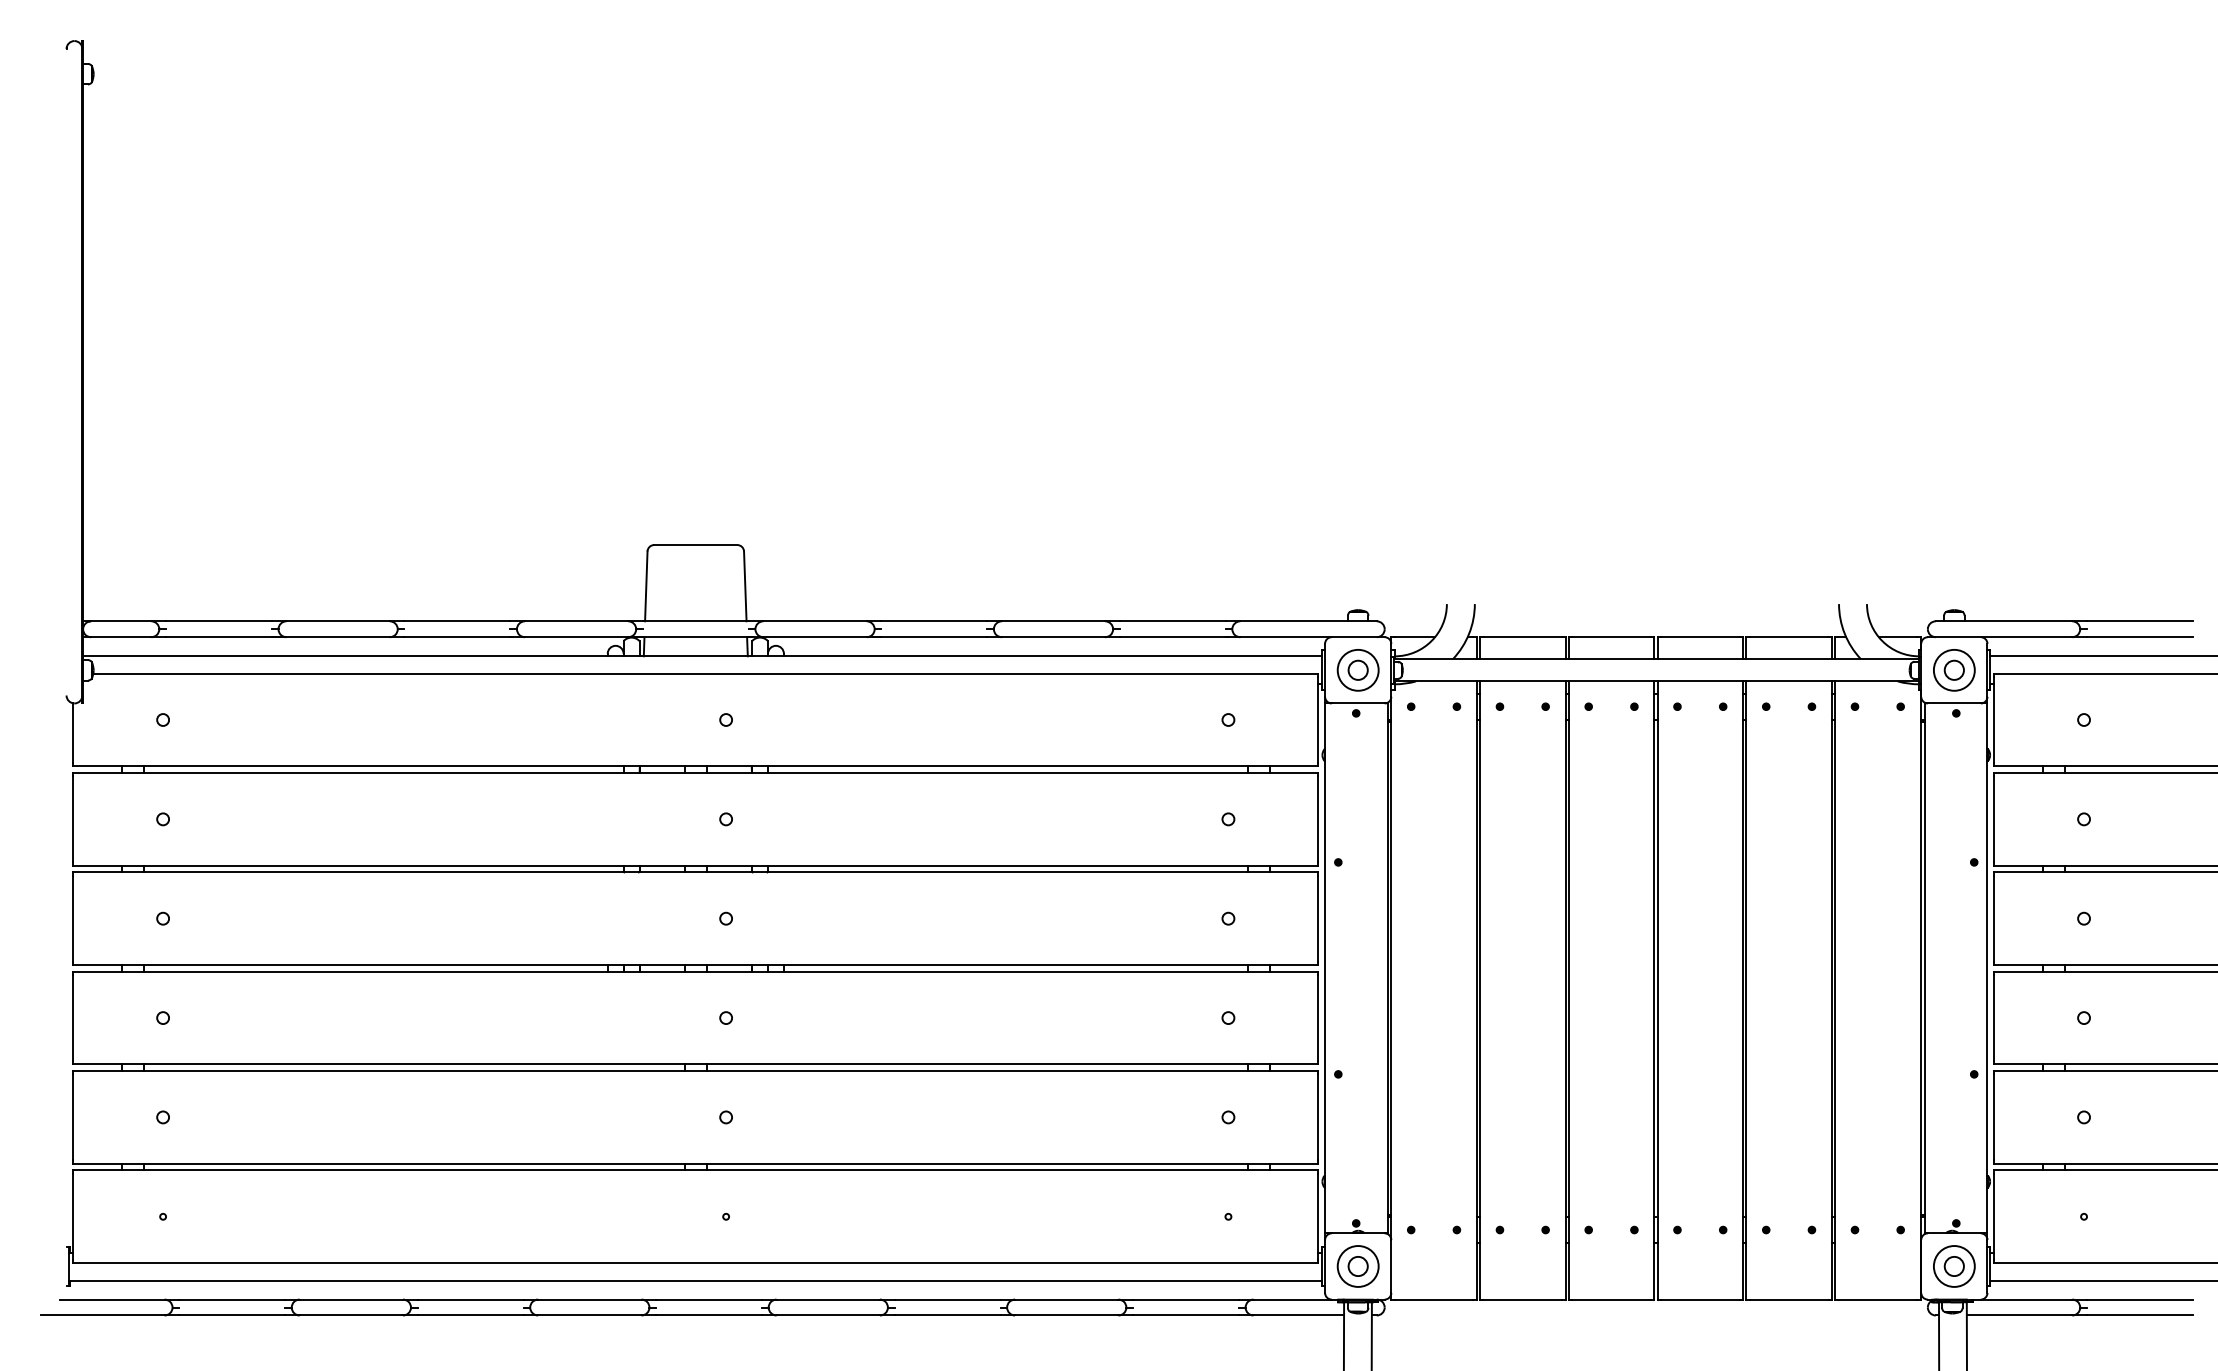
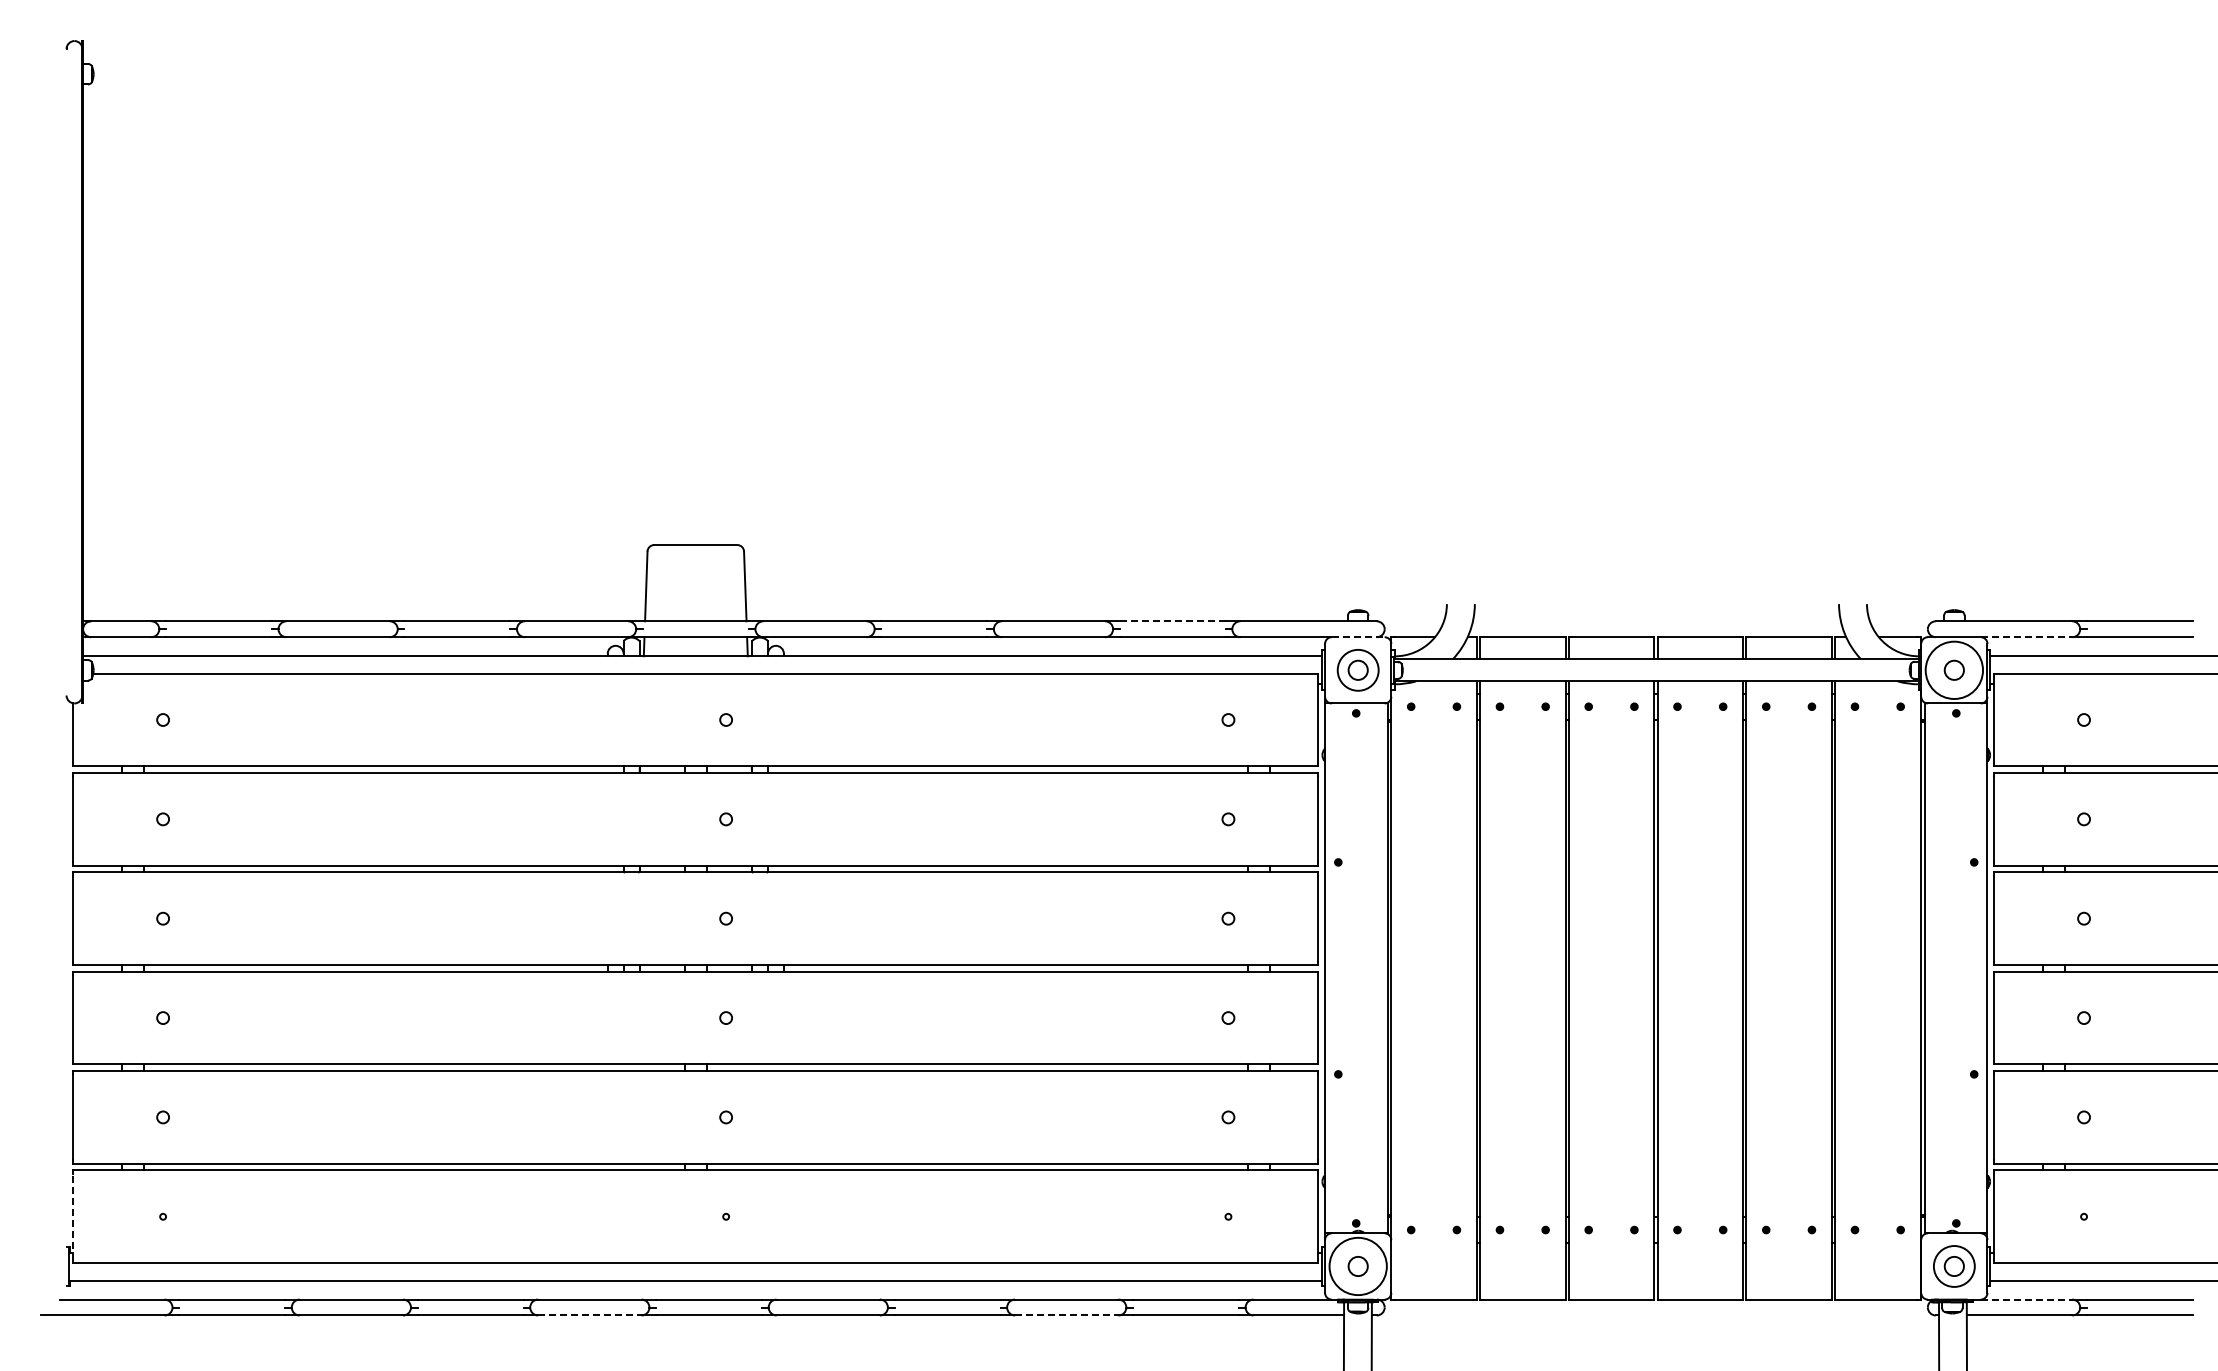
line at (1172, 621): solid -> dashed
line at (1358, 637): solid -> dashed
line at (2026, 637): solid -> dashed
circle at (1953, 669) diameter: 41 px -> 57 px
line at (73, 1216): solid -> dashed
circle at (1357, 1266) diameter: 41 px -> 57 px
line at (2026, 1299): solid -> dashed
line at (589, 1315): solid -> dashed
line at (1066, 1315): solid -> dashed
